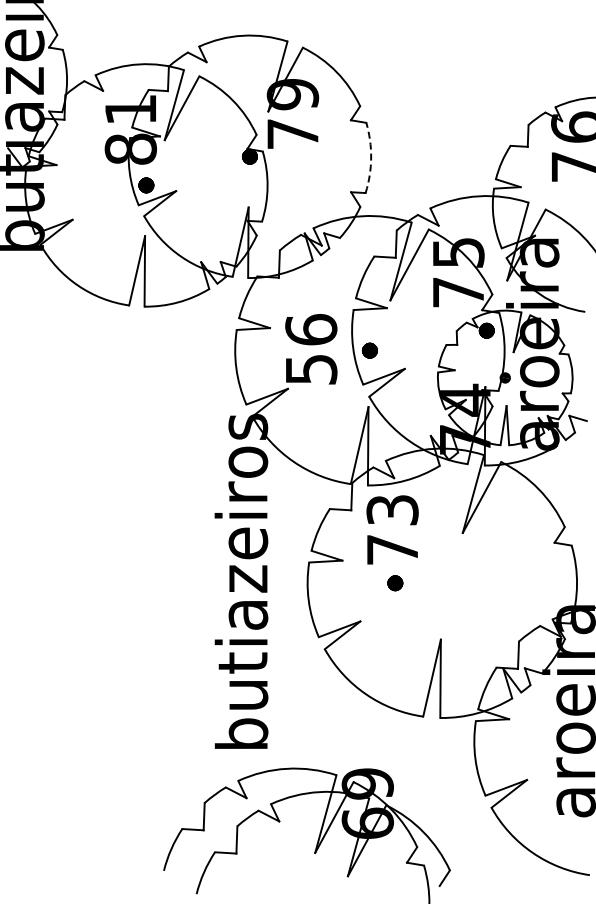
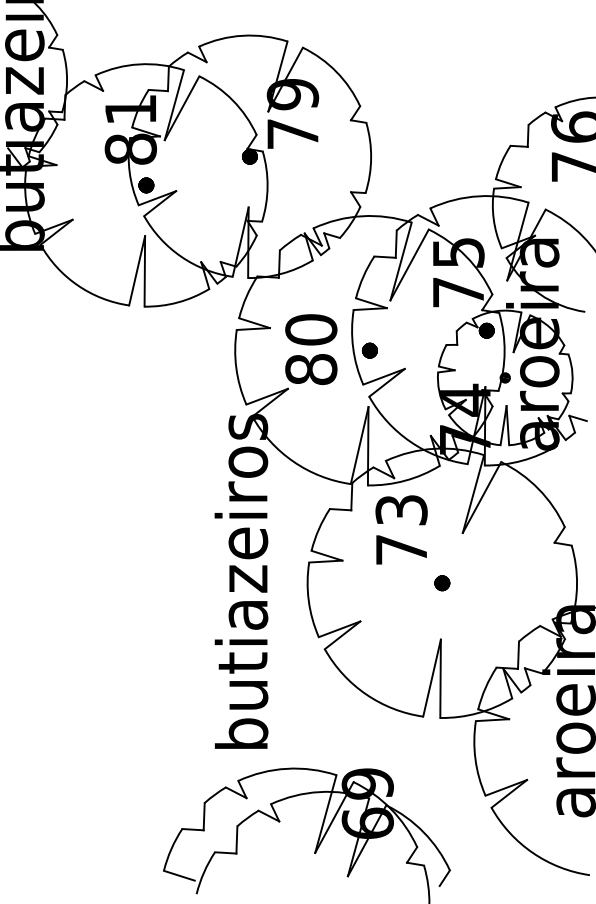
arc at (371, 158): dashed -> solid
text at (311, 349): 56 -> 80
text at (392, 529) position: (392, 529) -> (401, 529)
part at (395, 583) position: (395, 583) -> (442, 583)
line at (178, 875): none -> present
